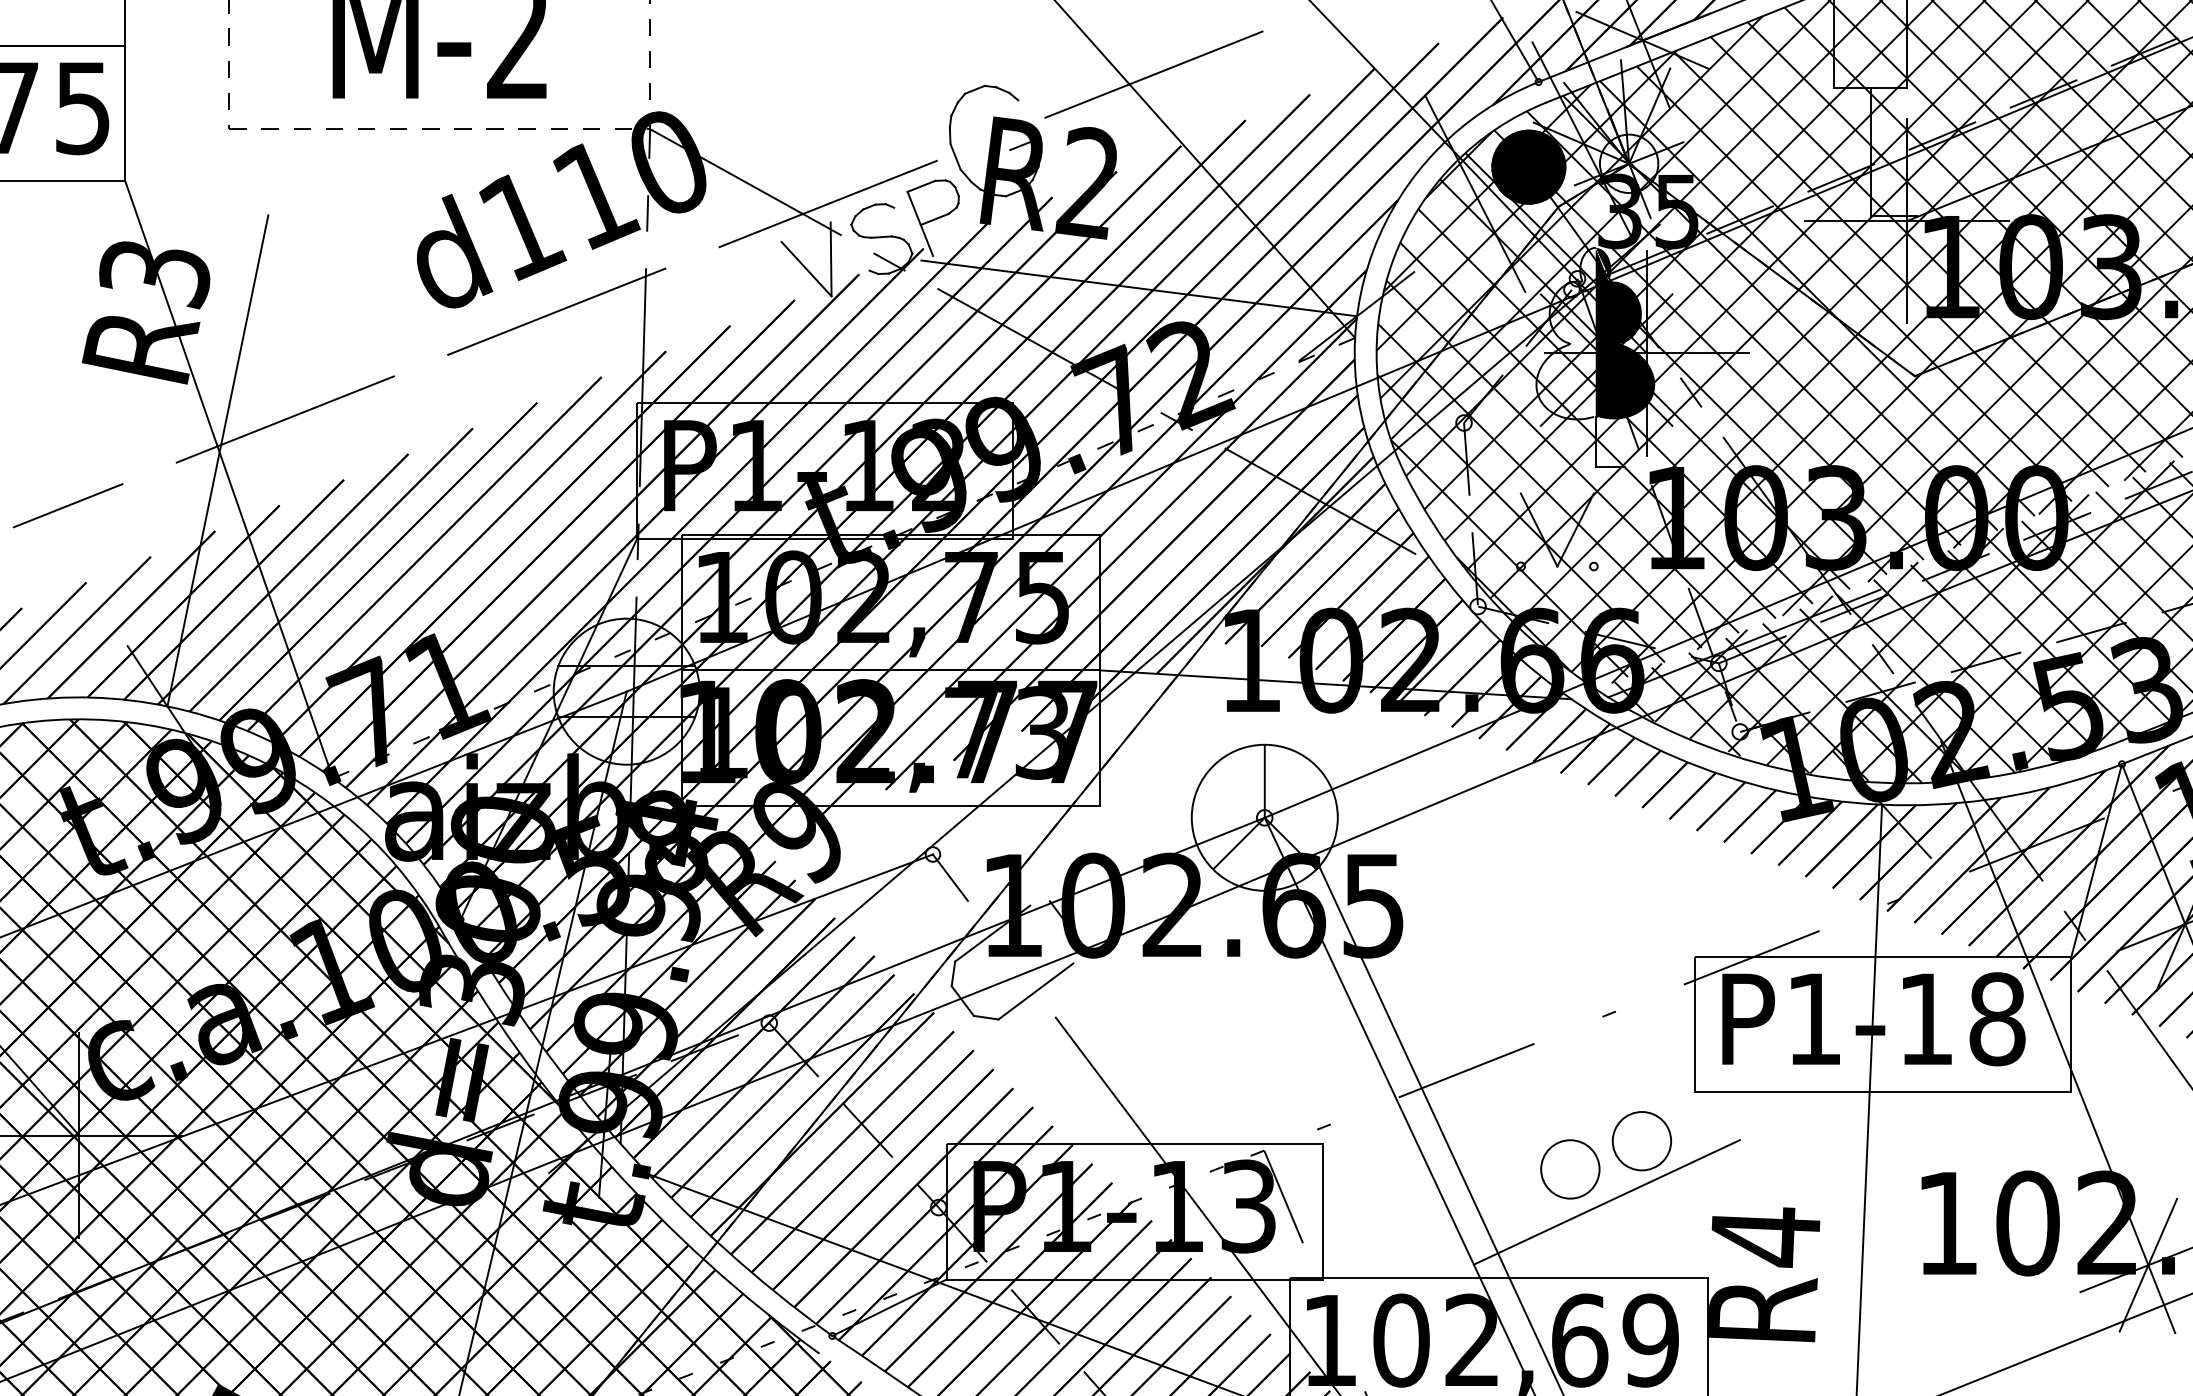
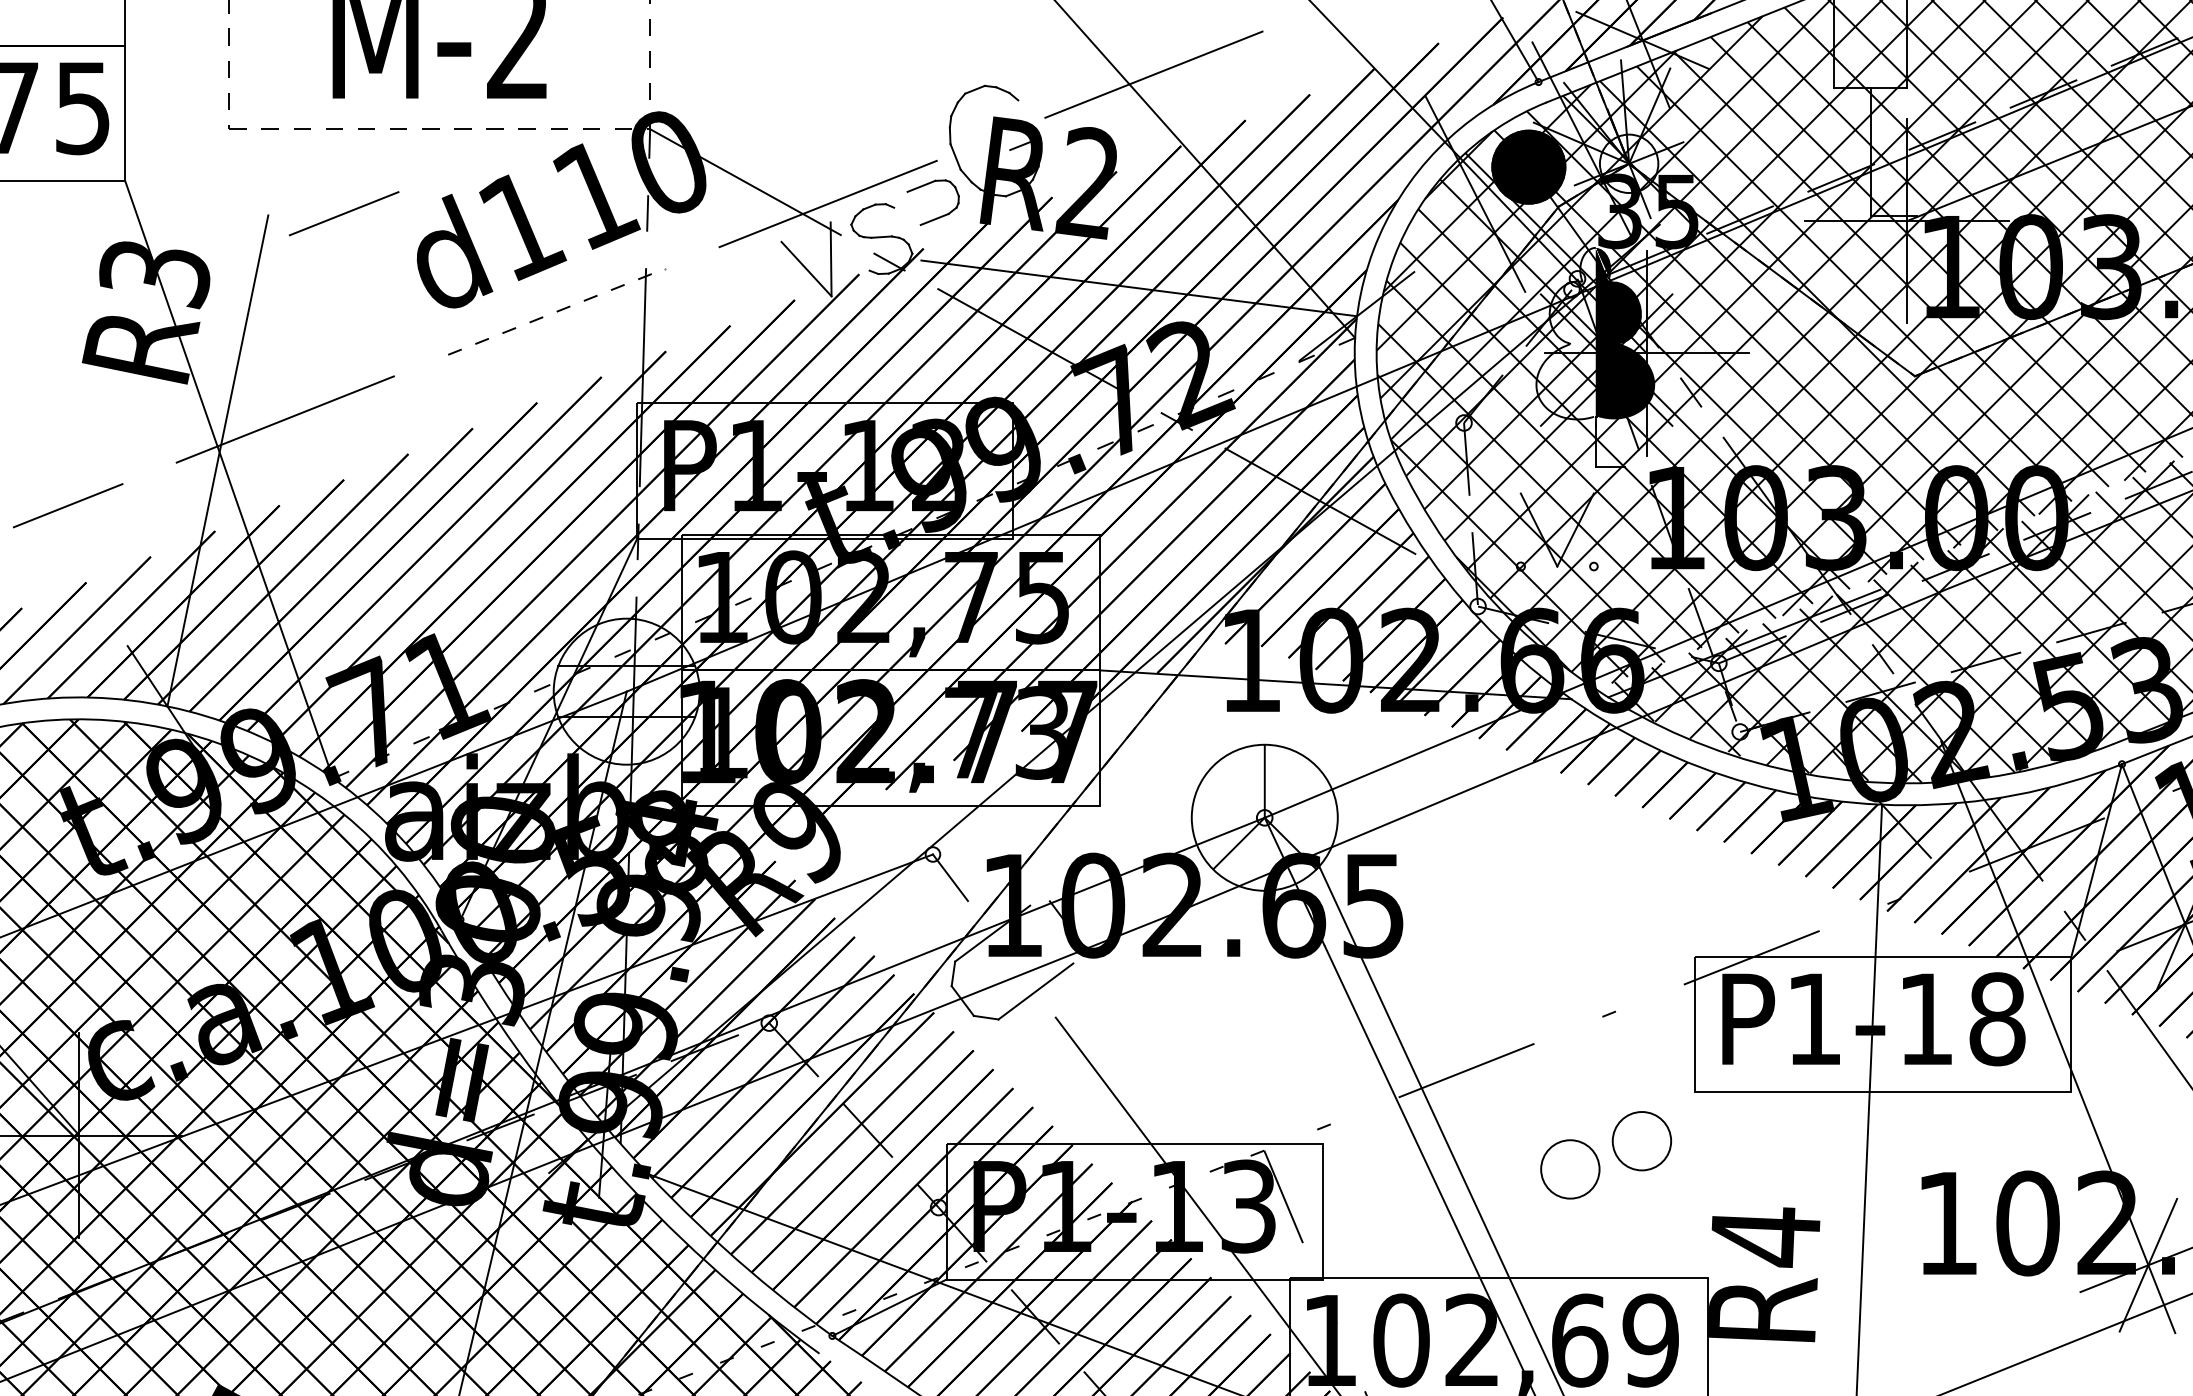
line at (344, 213): none -> present
line at (920, 223): present -> none
line at (556, 311): solid -> dashed
line at (1606, 1202): present -> none
